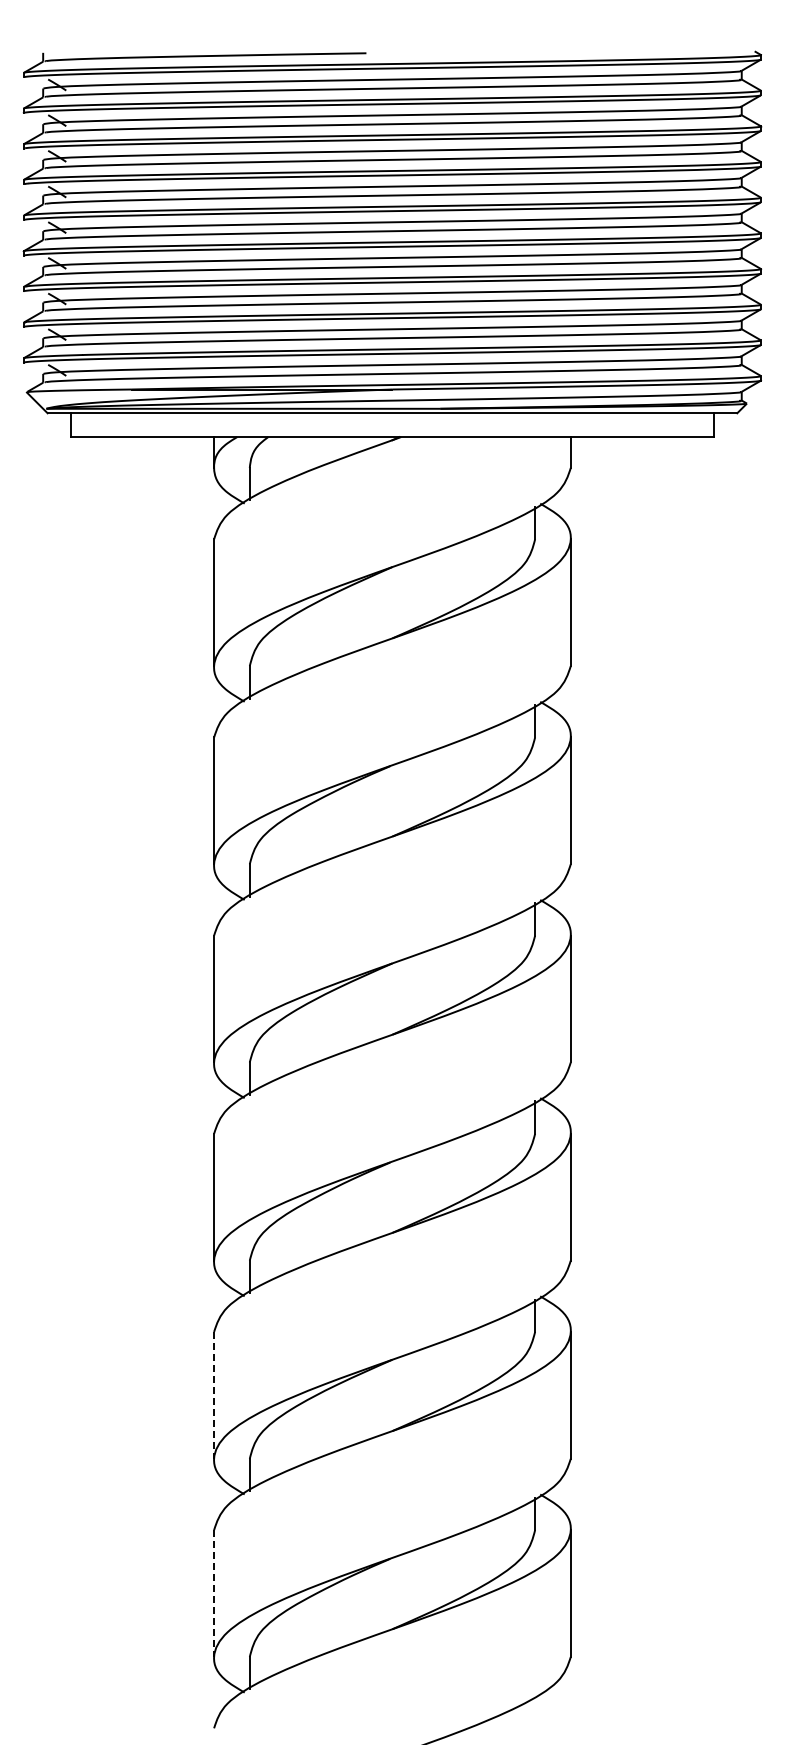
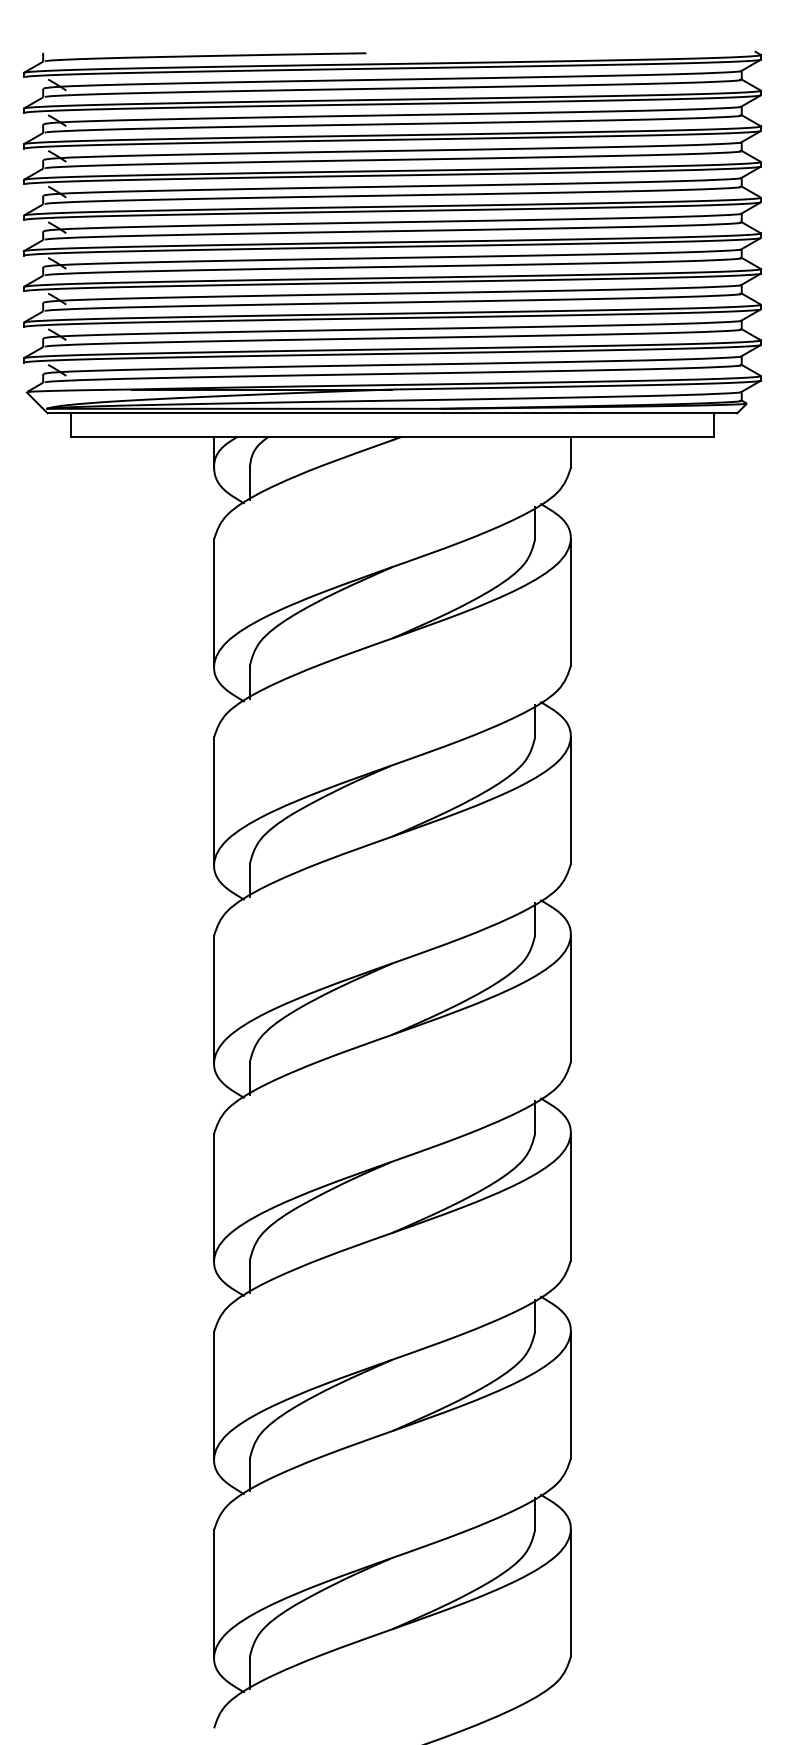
line at (214, 1395): dashed -> solid
line at (214, 1594): dashed -> solid
